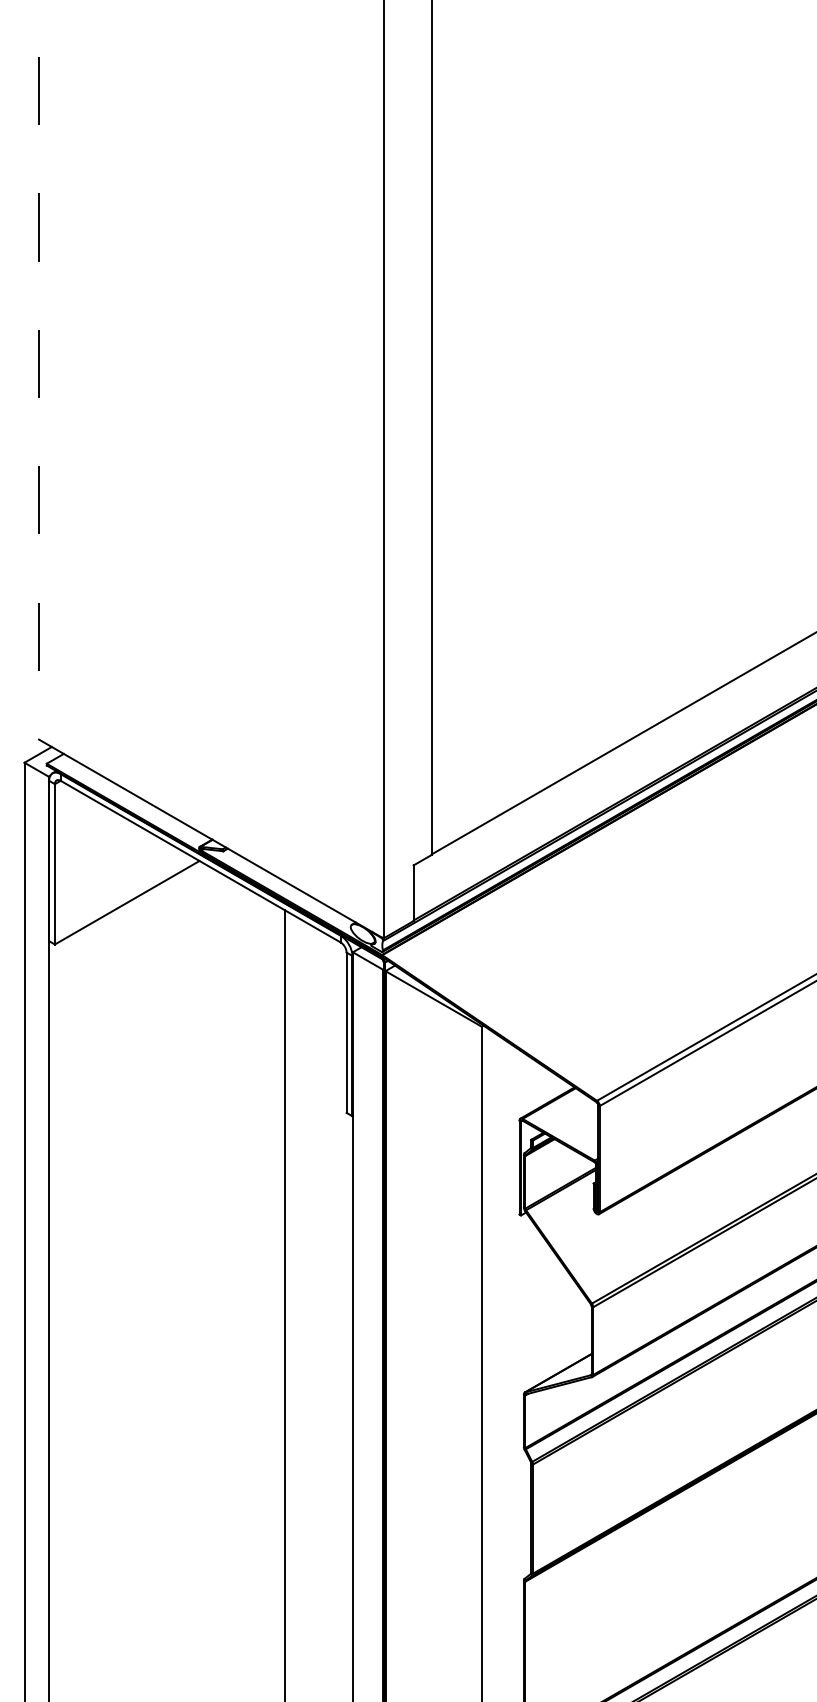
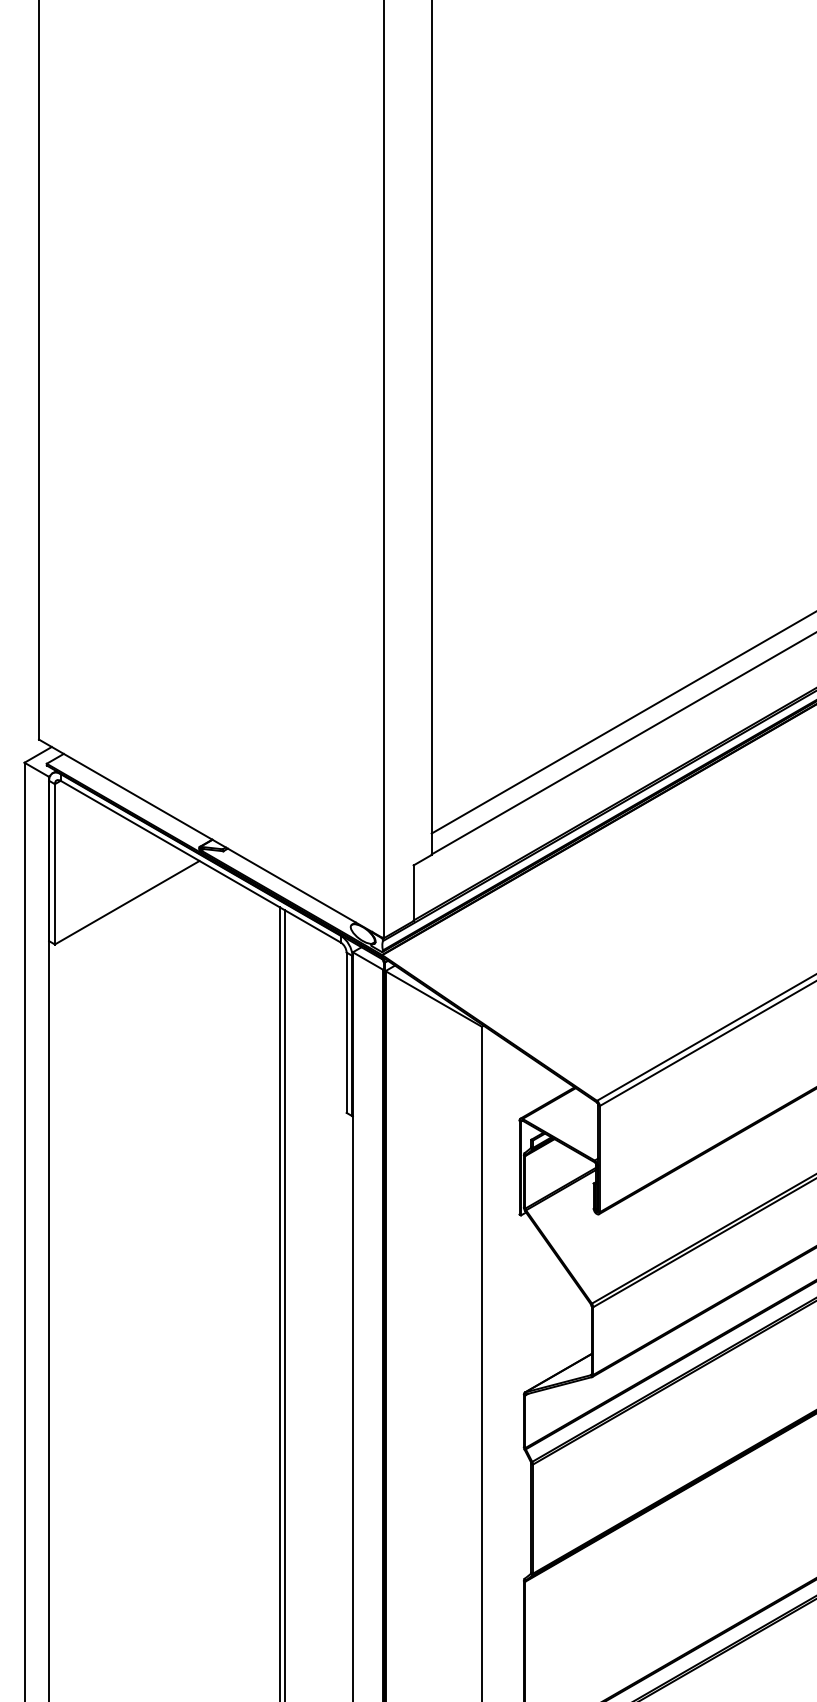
line at (39, 370): dashed -> solid
line at (622, 723): none -> present
line at (279, 1302): none -> present
